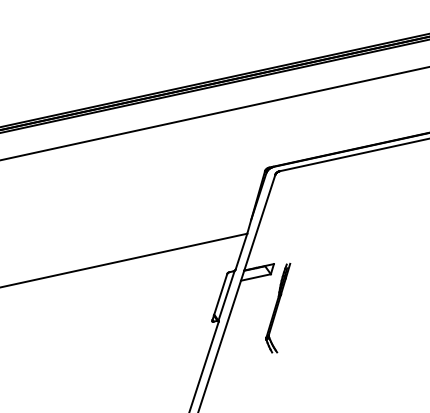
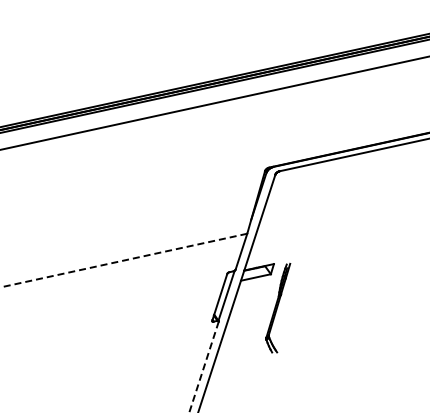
line at (214, 113) position: (214, 113) -> (214, 103)
line at (123, 260): solid -> dashed
line at (204, 366): solid -> dashed
